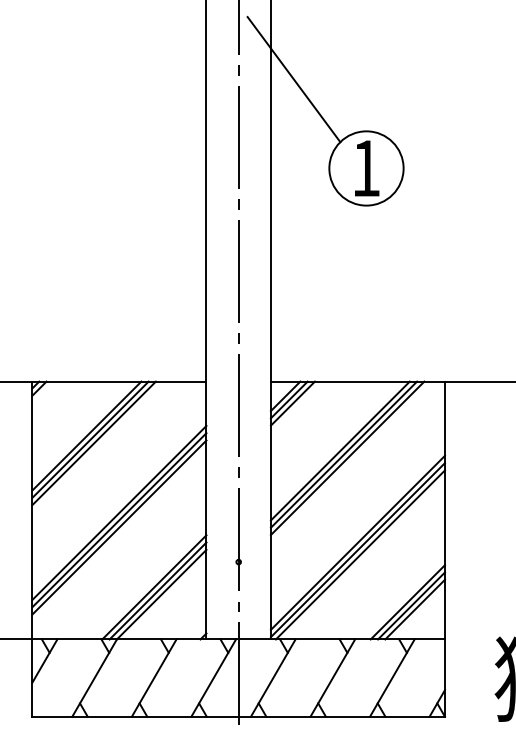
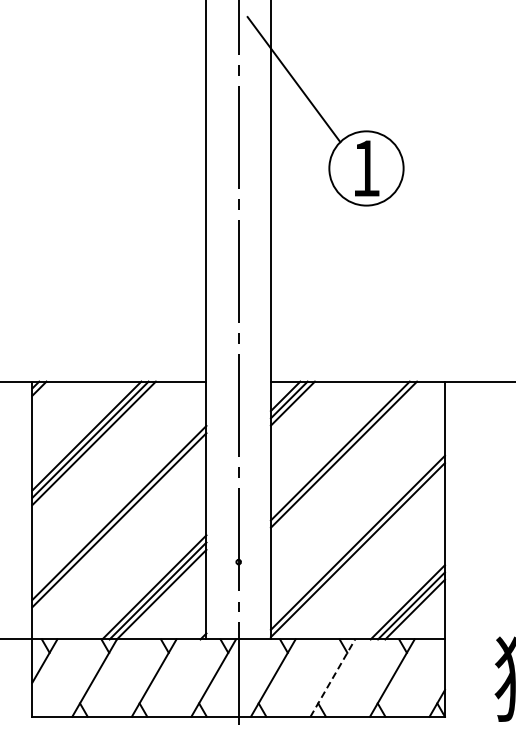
line at (347, 458): present -> none
line at (119, 527): present -> none
line at (359, 554): present -> none
line at (332, 678): solid -> dashed
